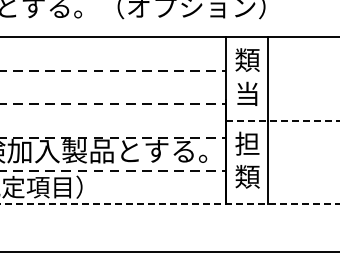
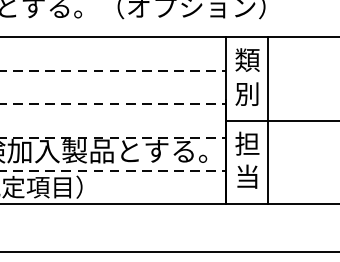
text at (246, 93): 当 -> 別
line at (282, 120): dashed -> solid
text at (247, 176): 類 -> 当
line at (169, 204): dashed -> solid
